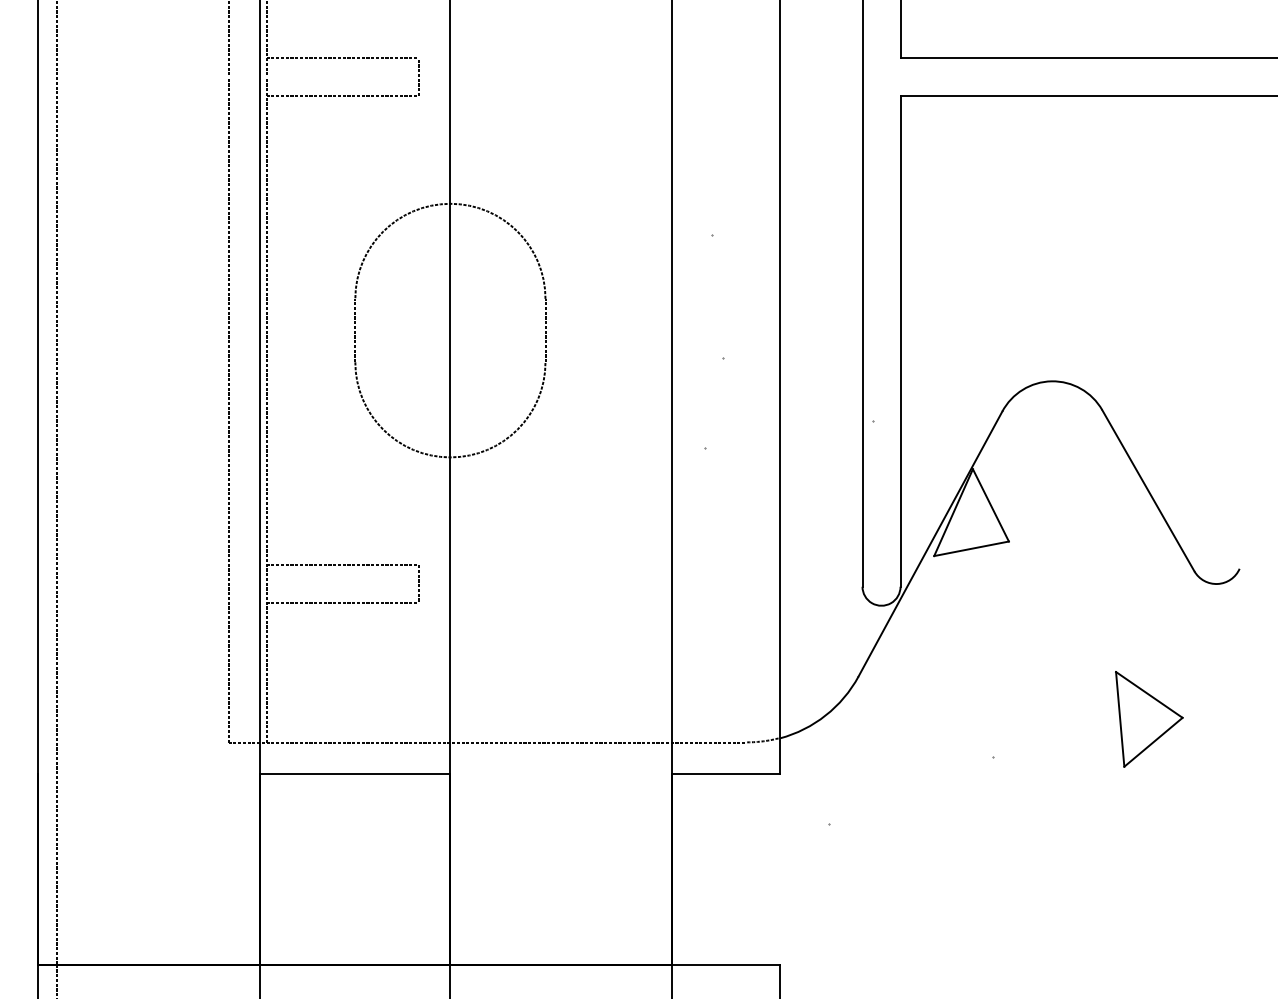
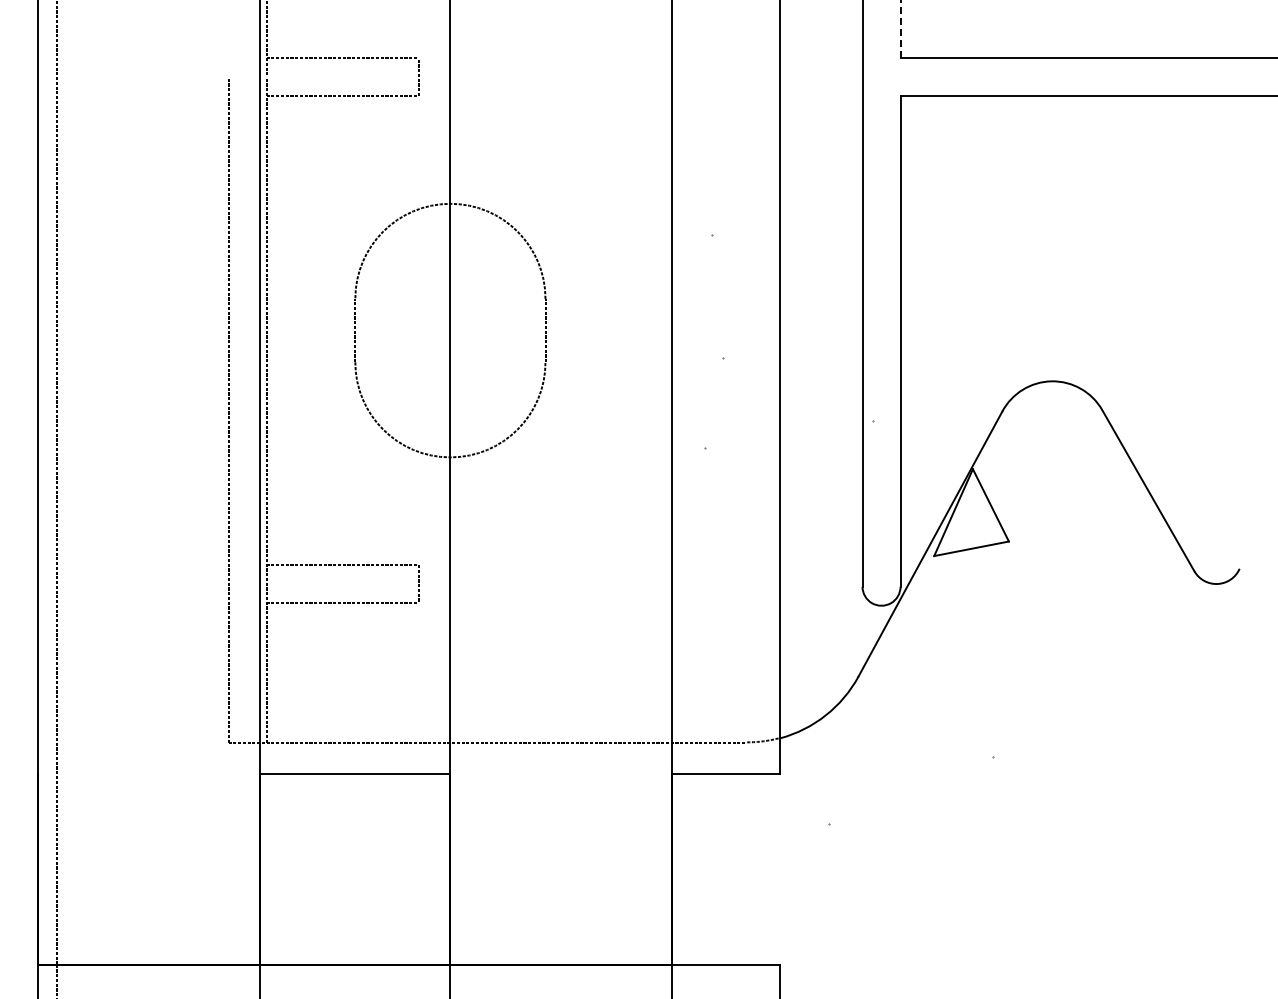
line at (900, 29): solid -> dashed
line at (228, 39): present -> none
part at (1149, 719): present -> none
